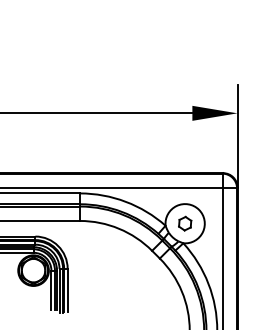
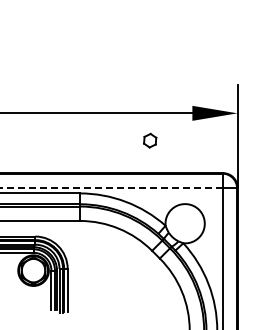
line at (111, 187): solid -> dashed
part at (185, 223) position: (185, 223) -> (150, 140)
